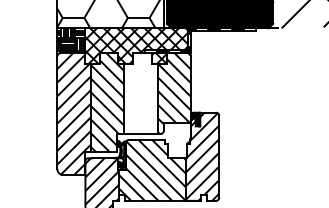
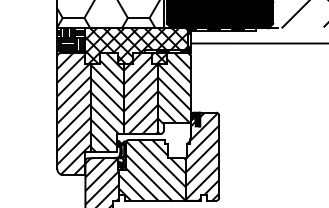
line at (258, 43): none -> present
hatch at (140, 93): none -> present
